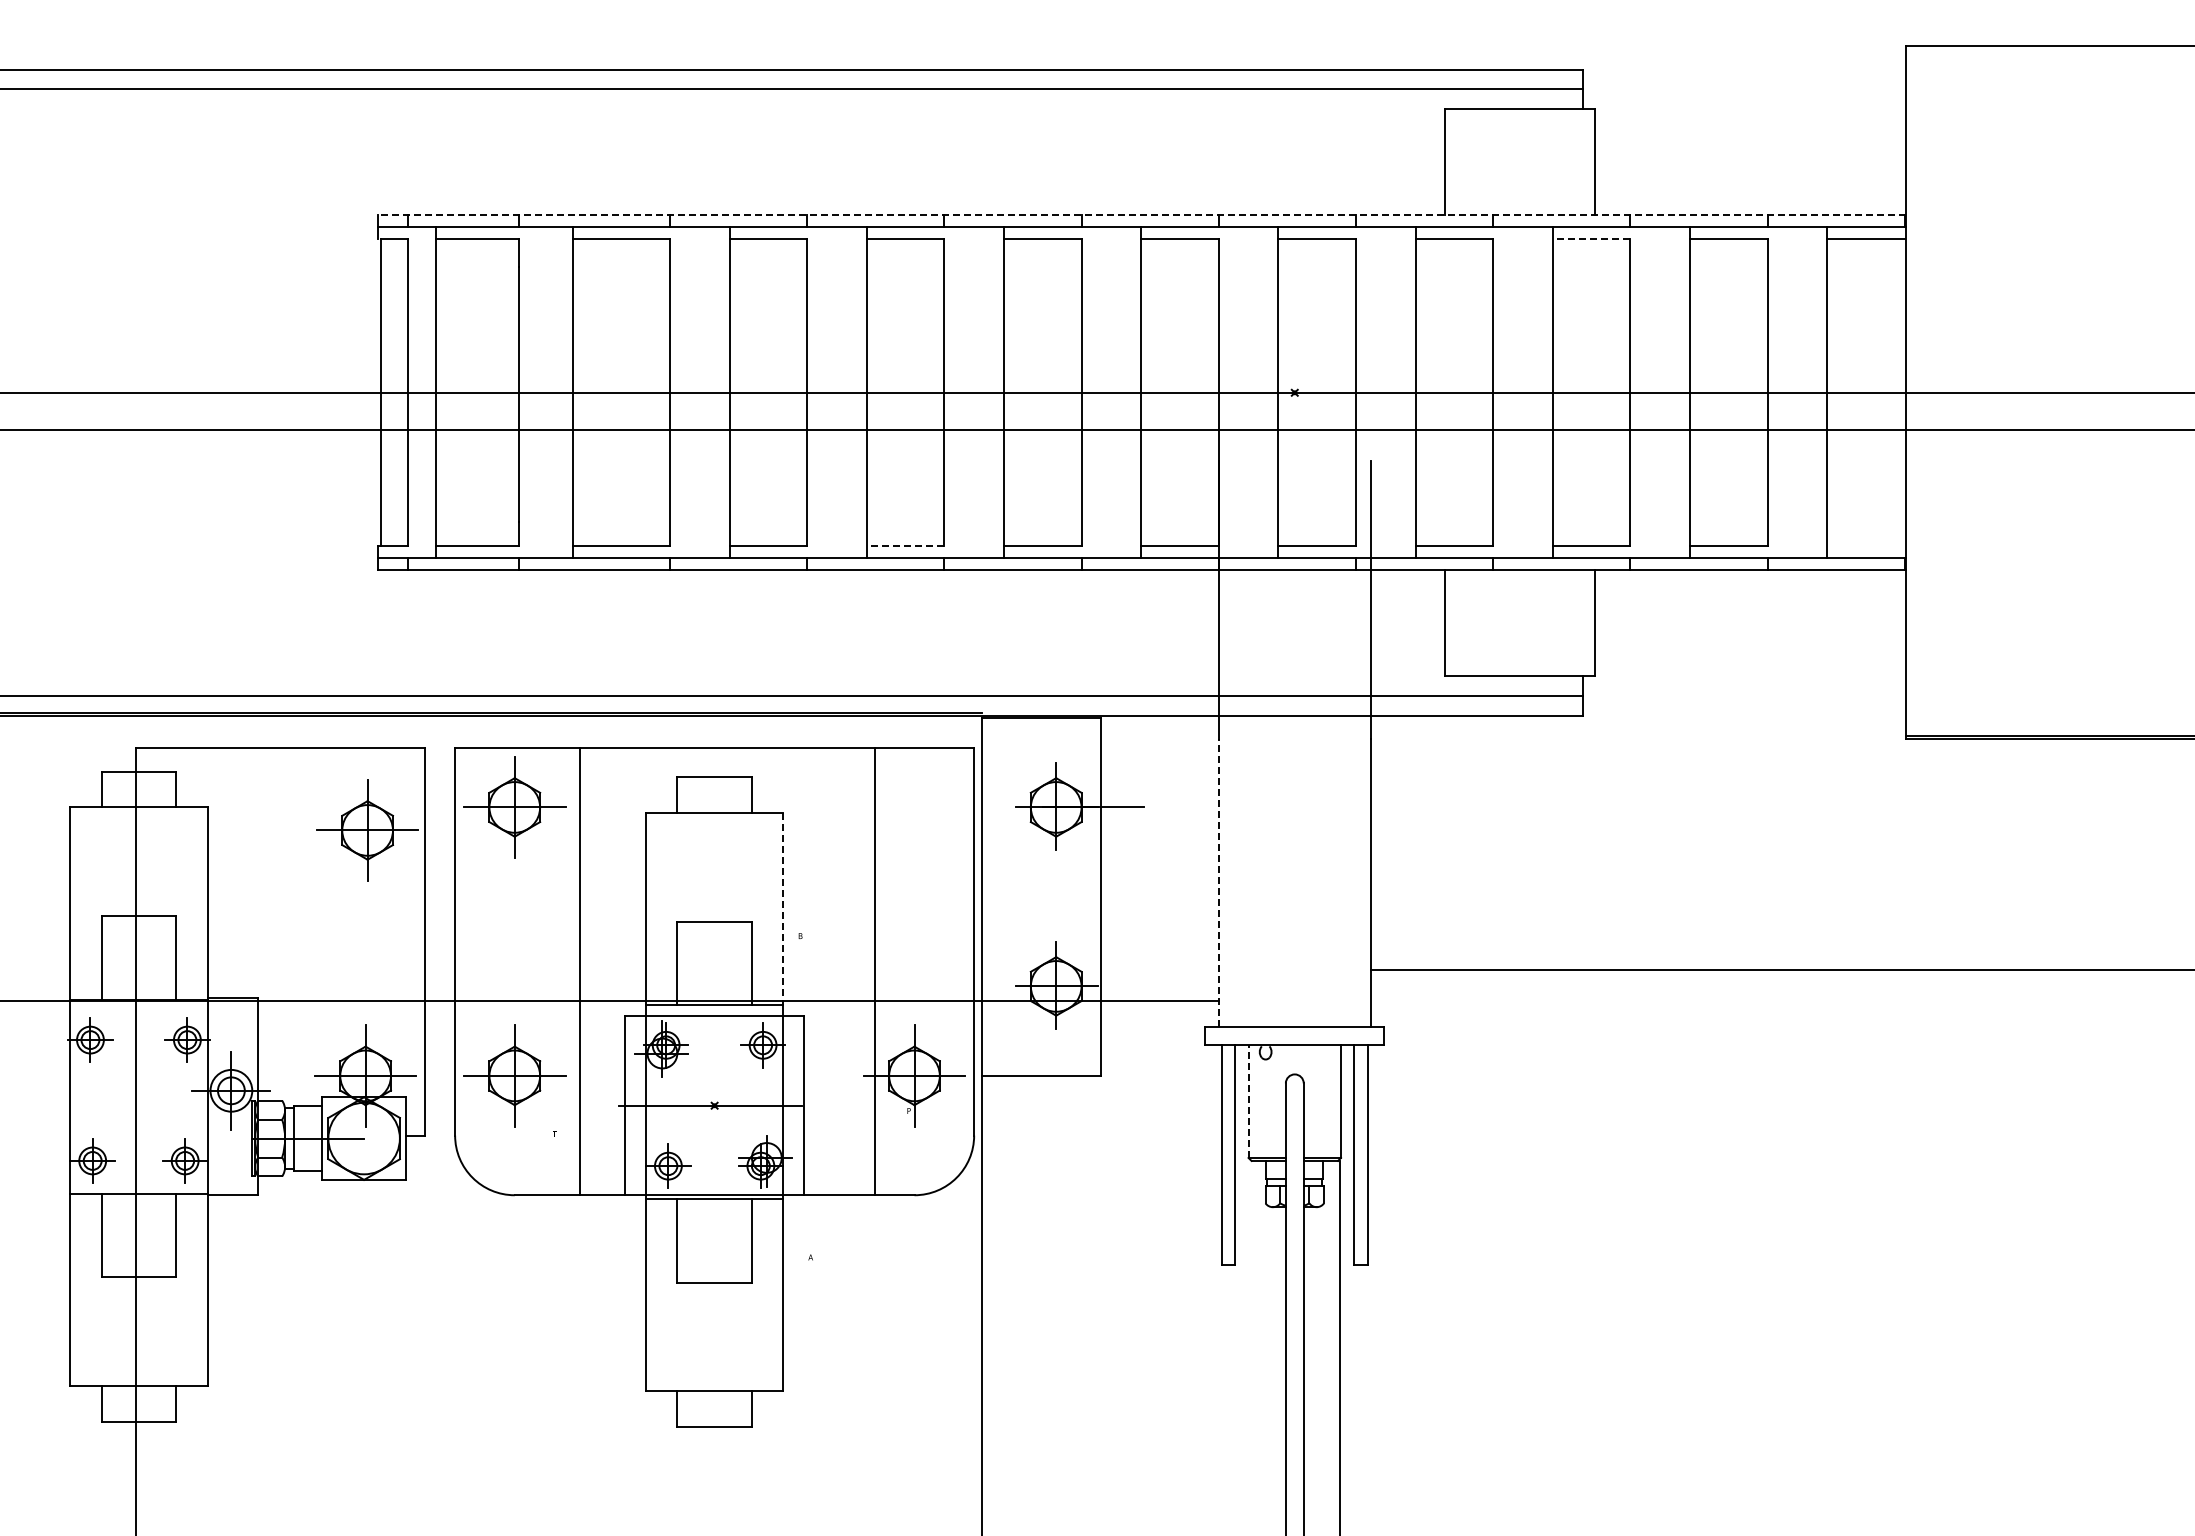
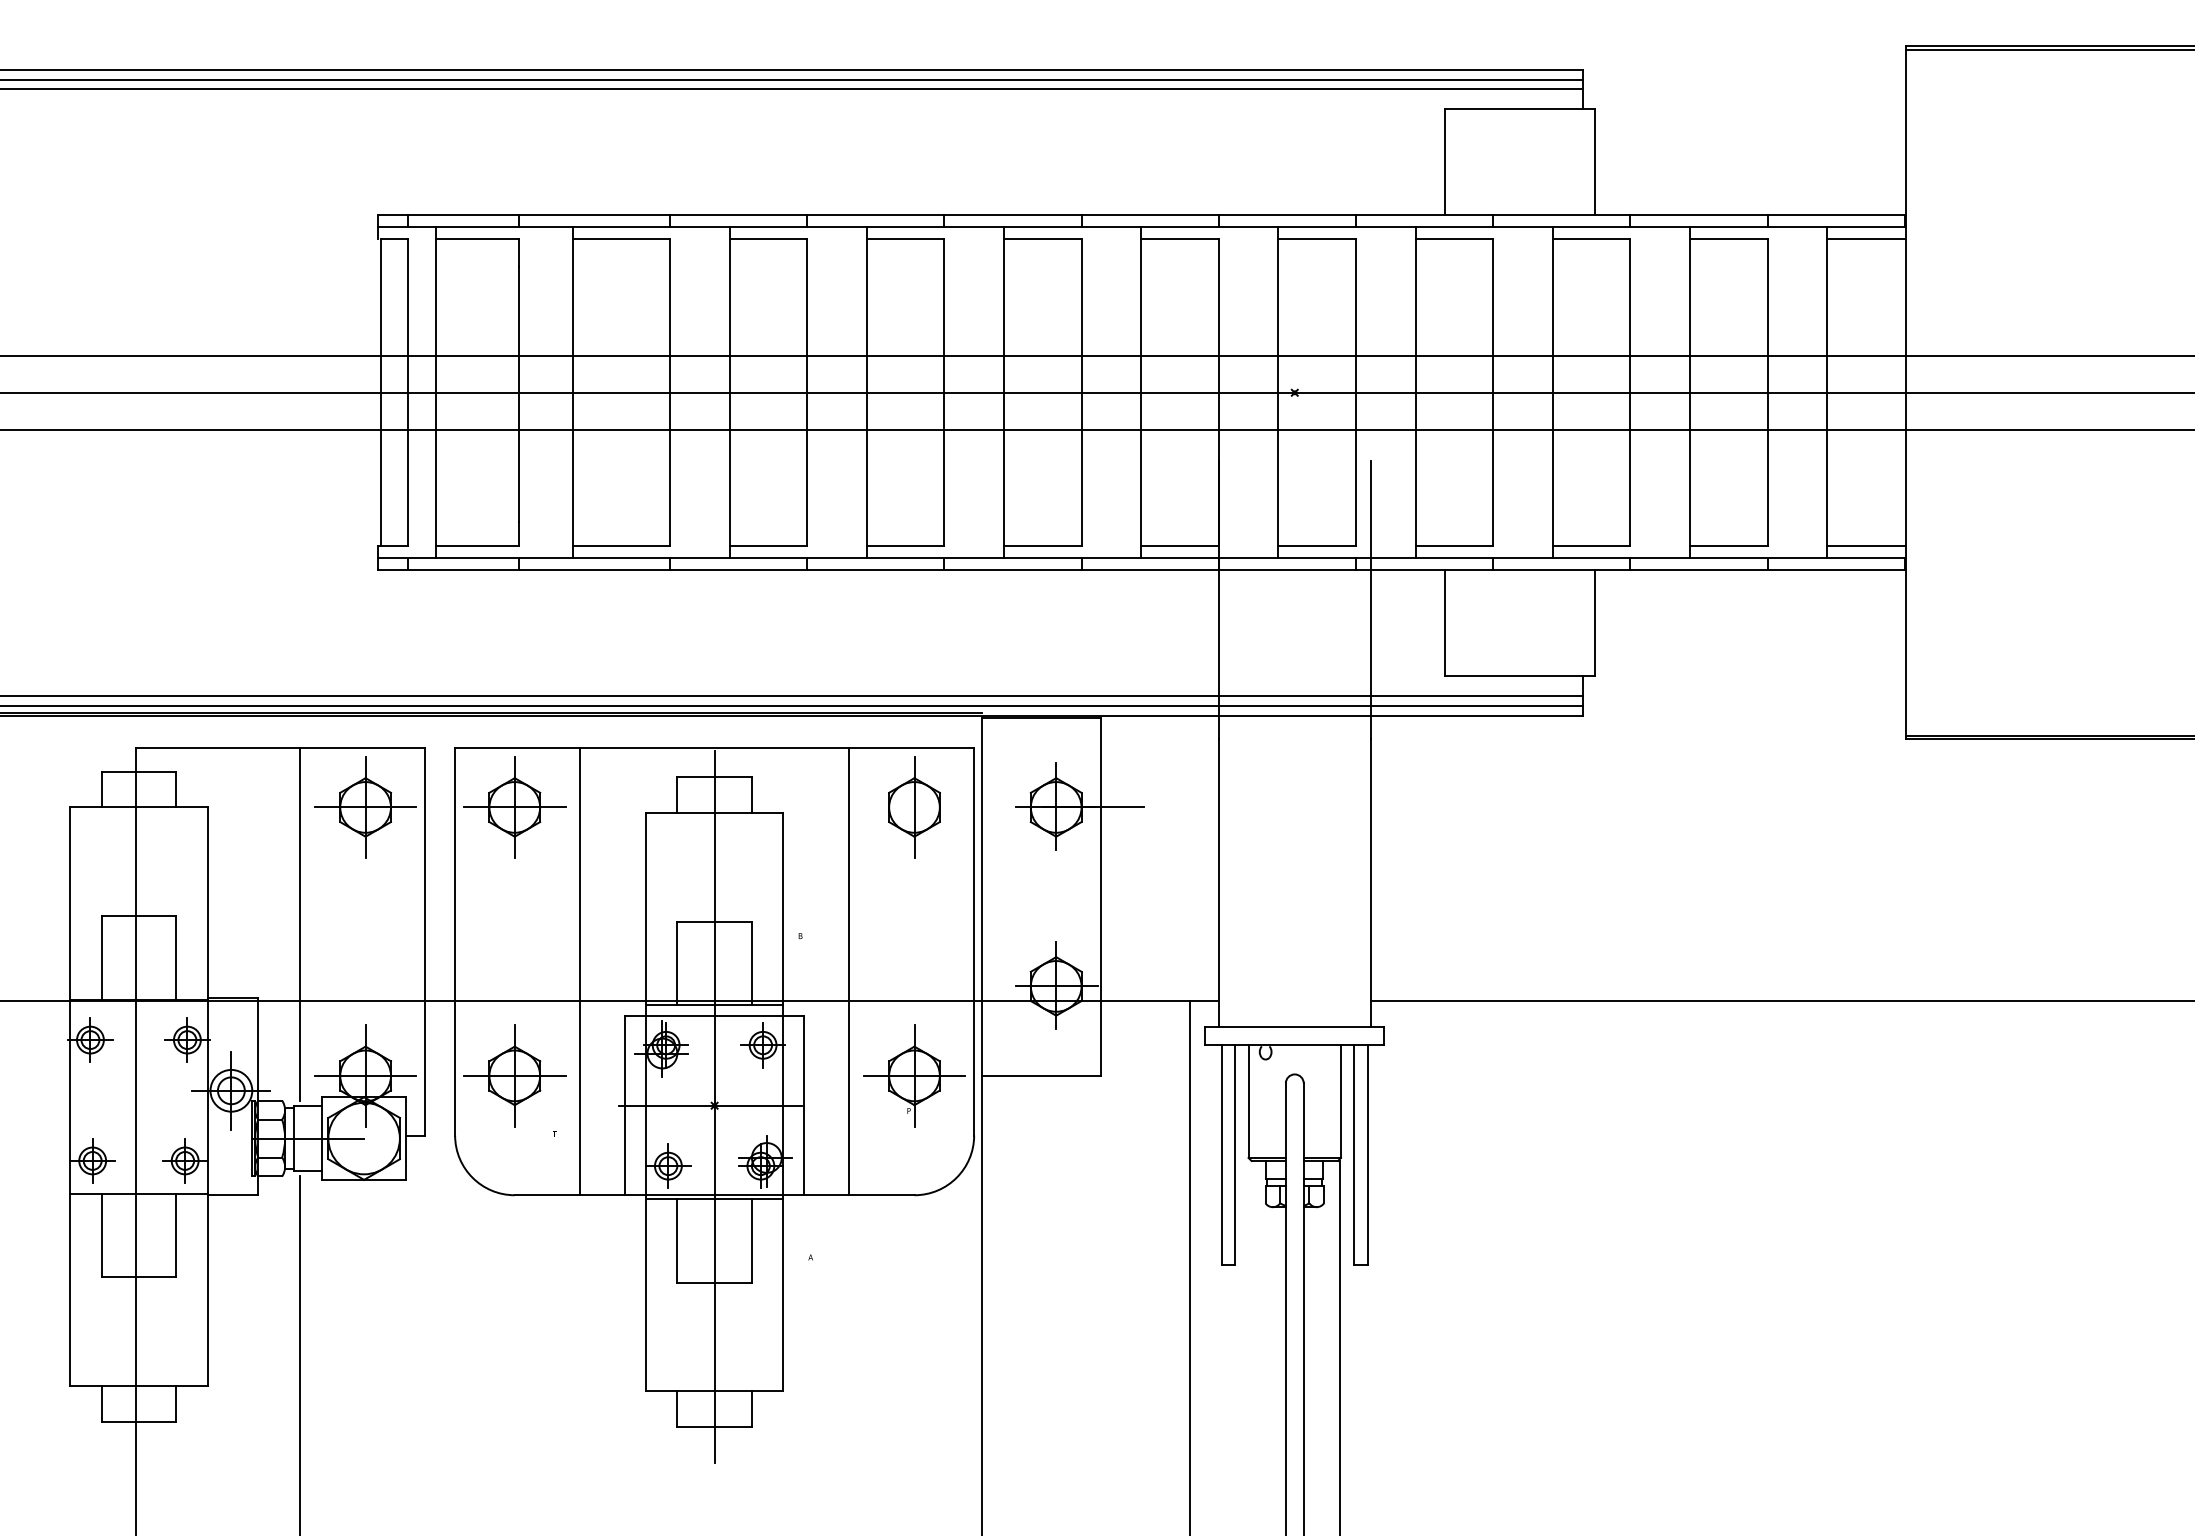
line at (2048, 49): none -> present
line at (792, 79): none -> present
line at (1141, 215): dashed -> solid
line at (1591, 239): dashed -> solid
line at (1096, 355): none -> present
line at (905, 546): dashed -> solid
line at (1865, 546): none -> present
line at (792, 706): none -> present
part at (914, 807): none -> present
part at (367, 830) position: (367, 830) -> (365, 807)
line at (1219, 883): dashed -> solid
line at (783, 909): dashed -> solid
line at (300, 923): none -> present
line at (1780, 970) position: (1780, 970) -> (1780, 1001)
line at (874, 971) position: (874, 971) -> (848, 971)
line at (1248, 1101): dashed -> solid
line at (714, 1107): none -> present
line at (1190, 1266): none -> present
line at (300, 1354): none -> present
